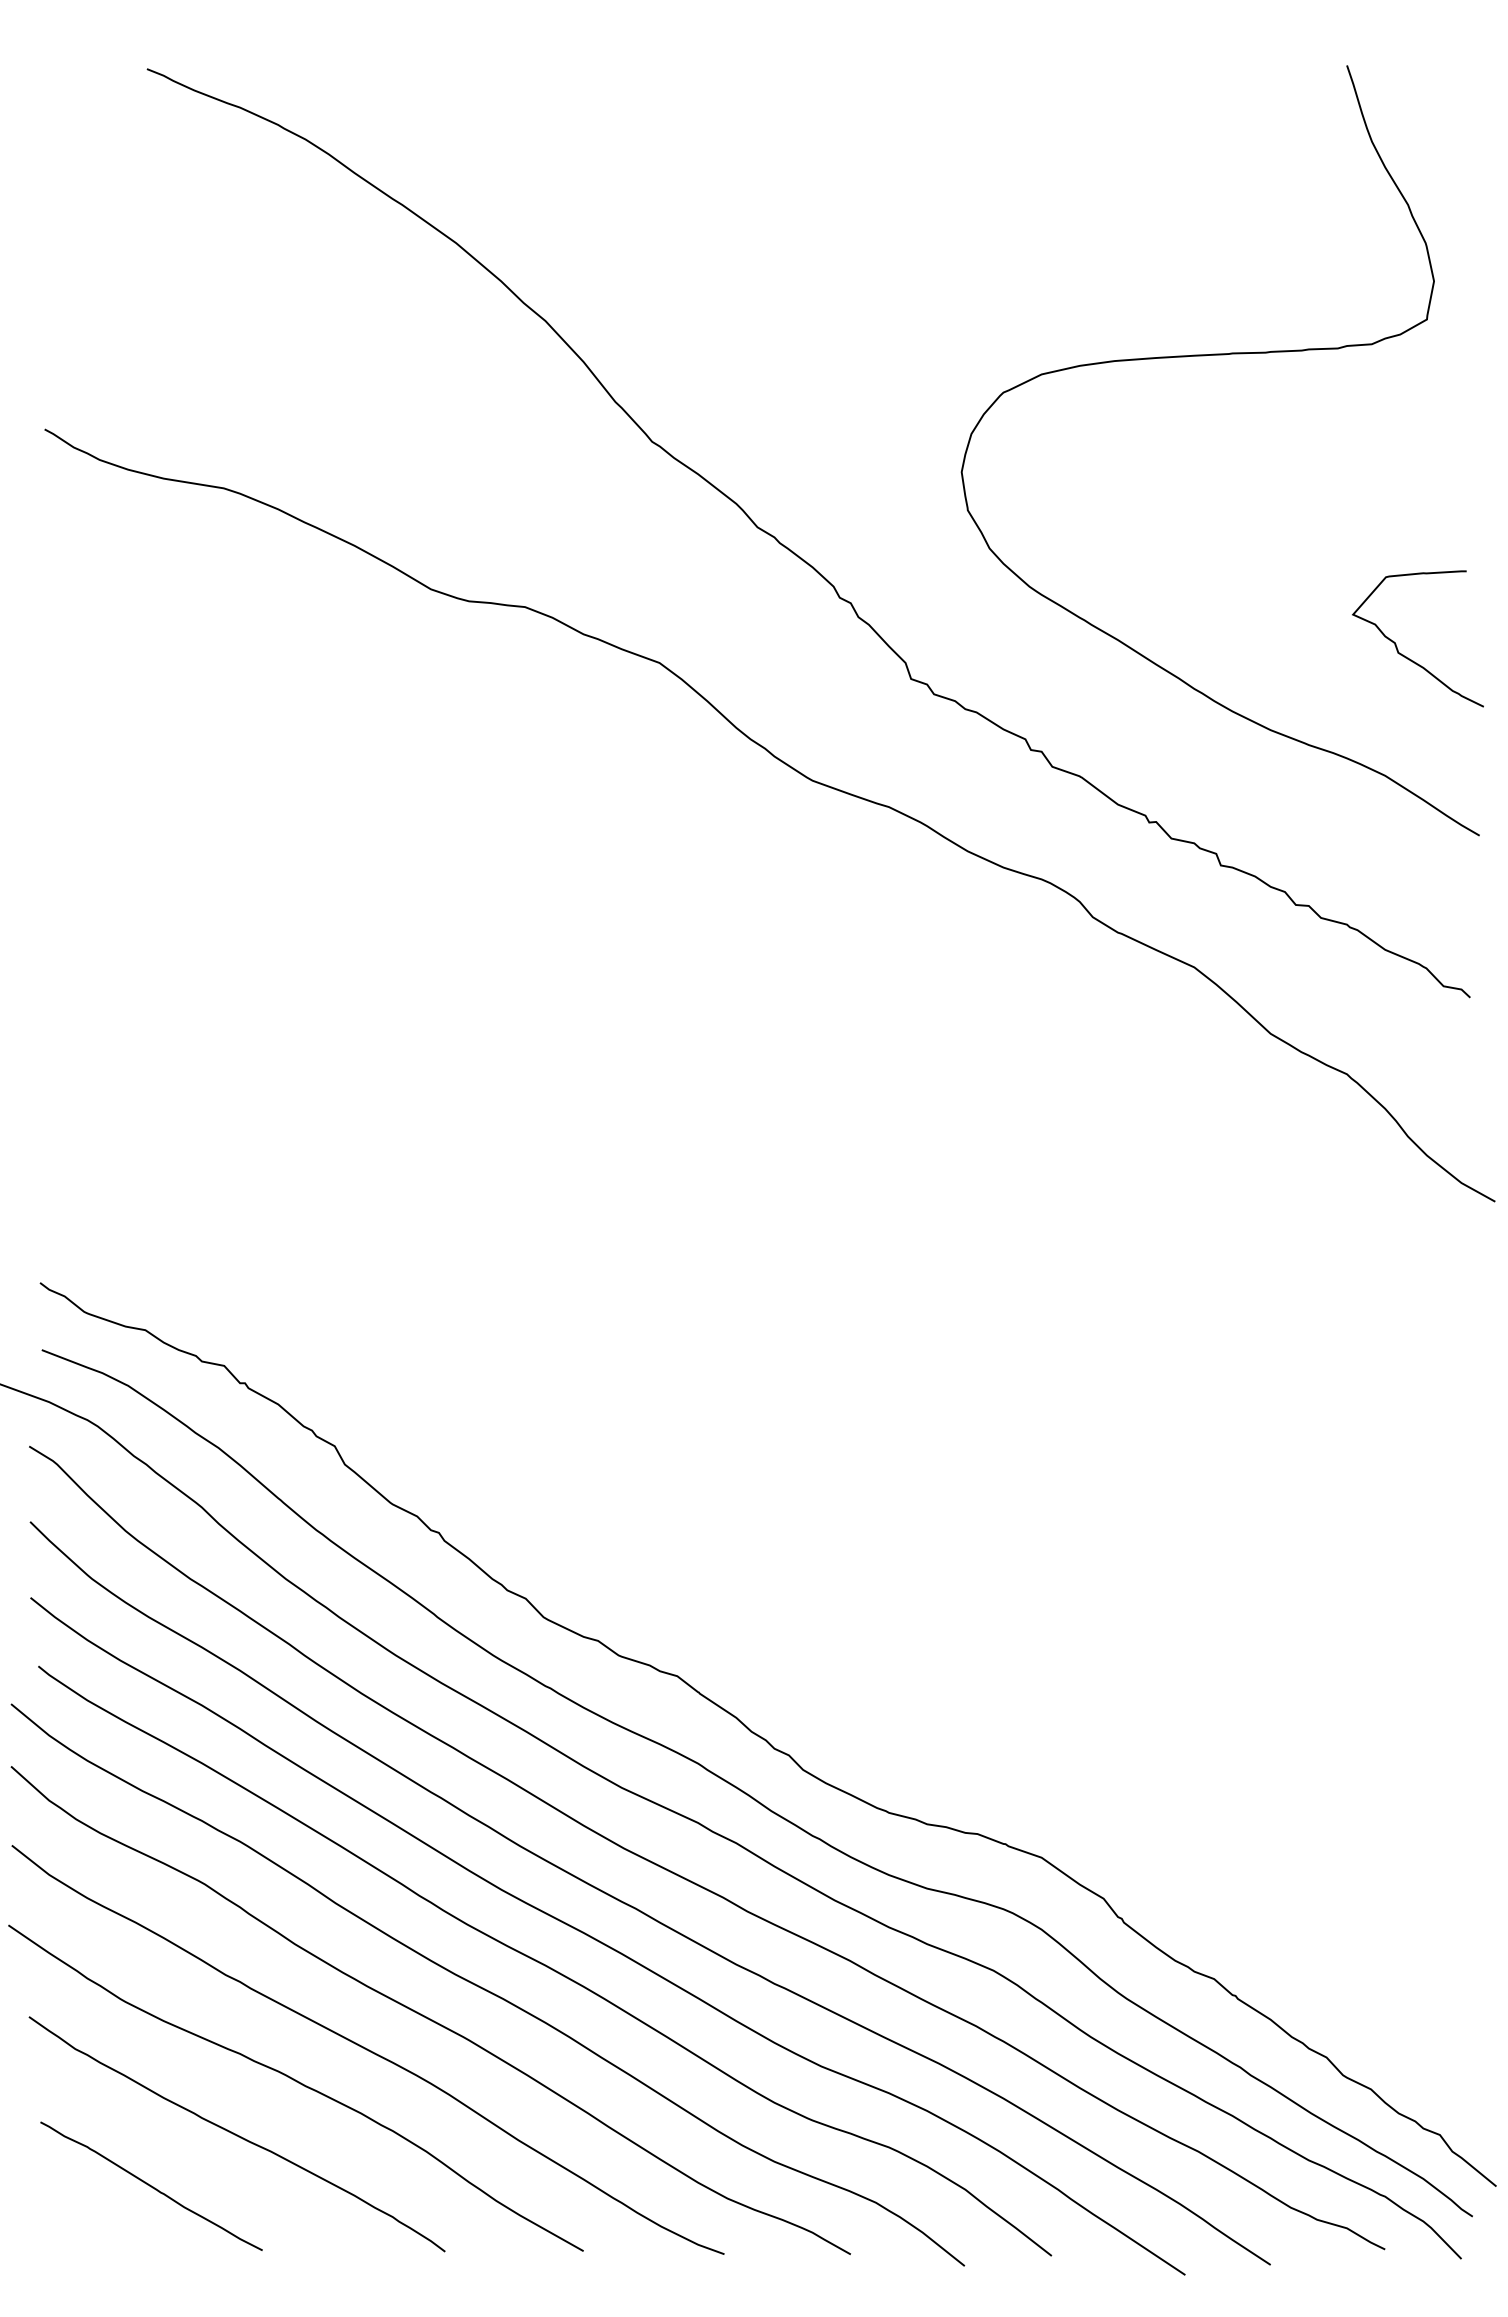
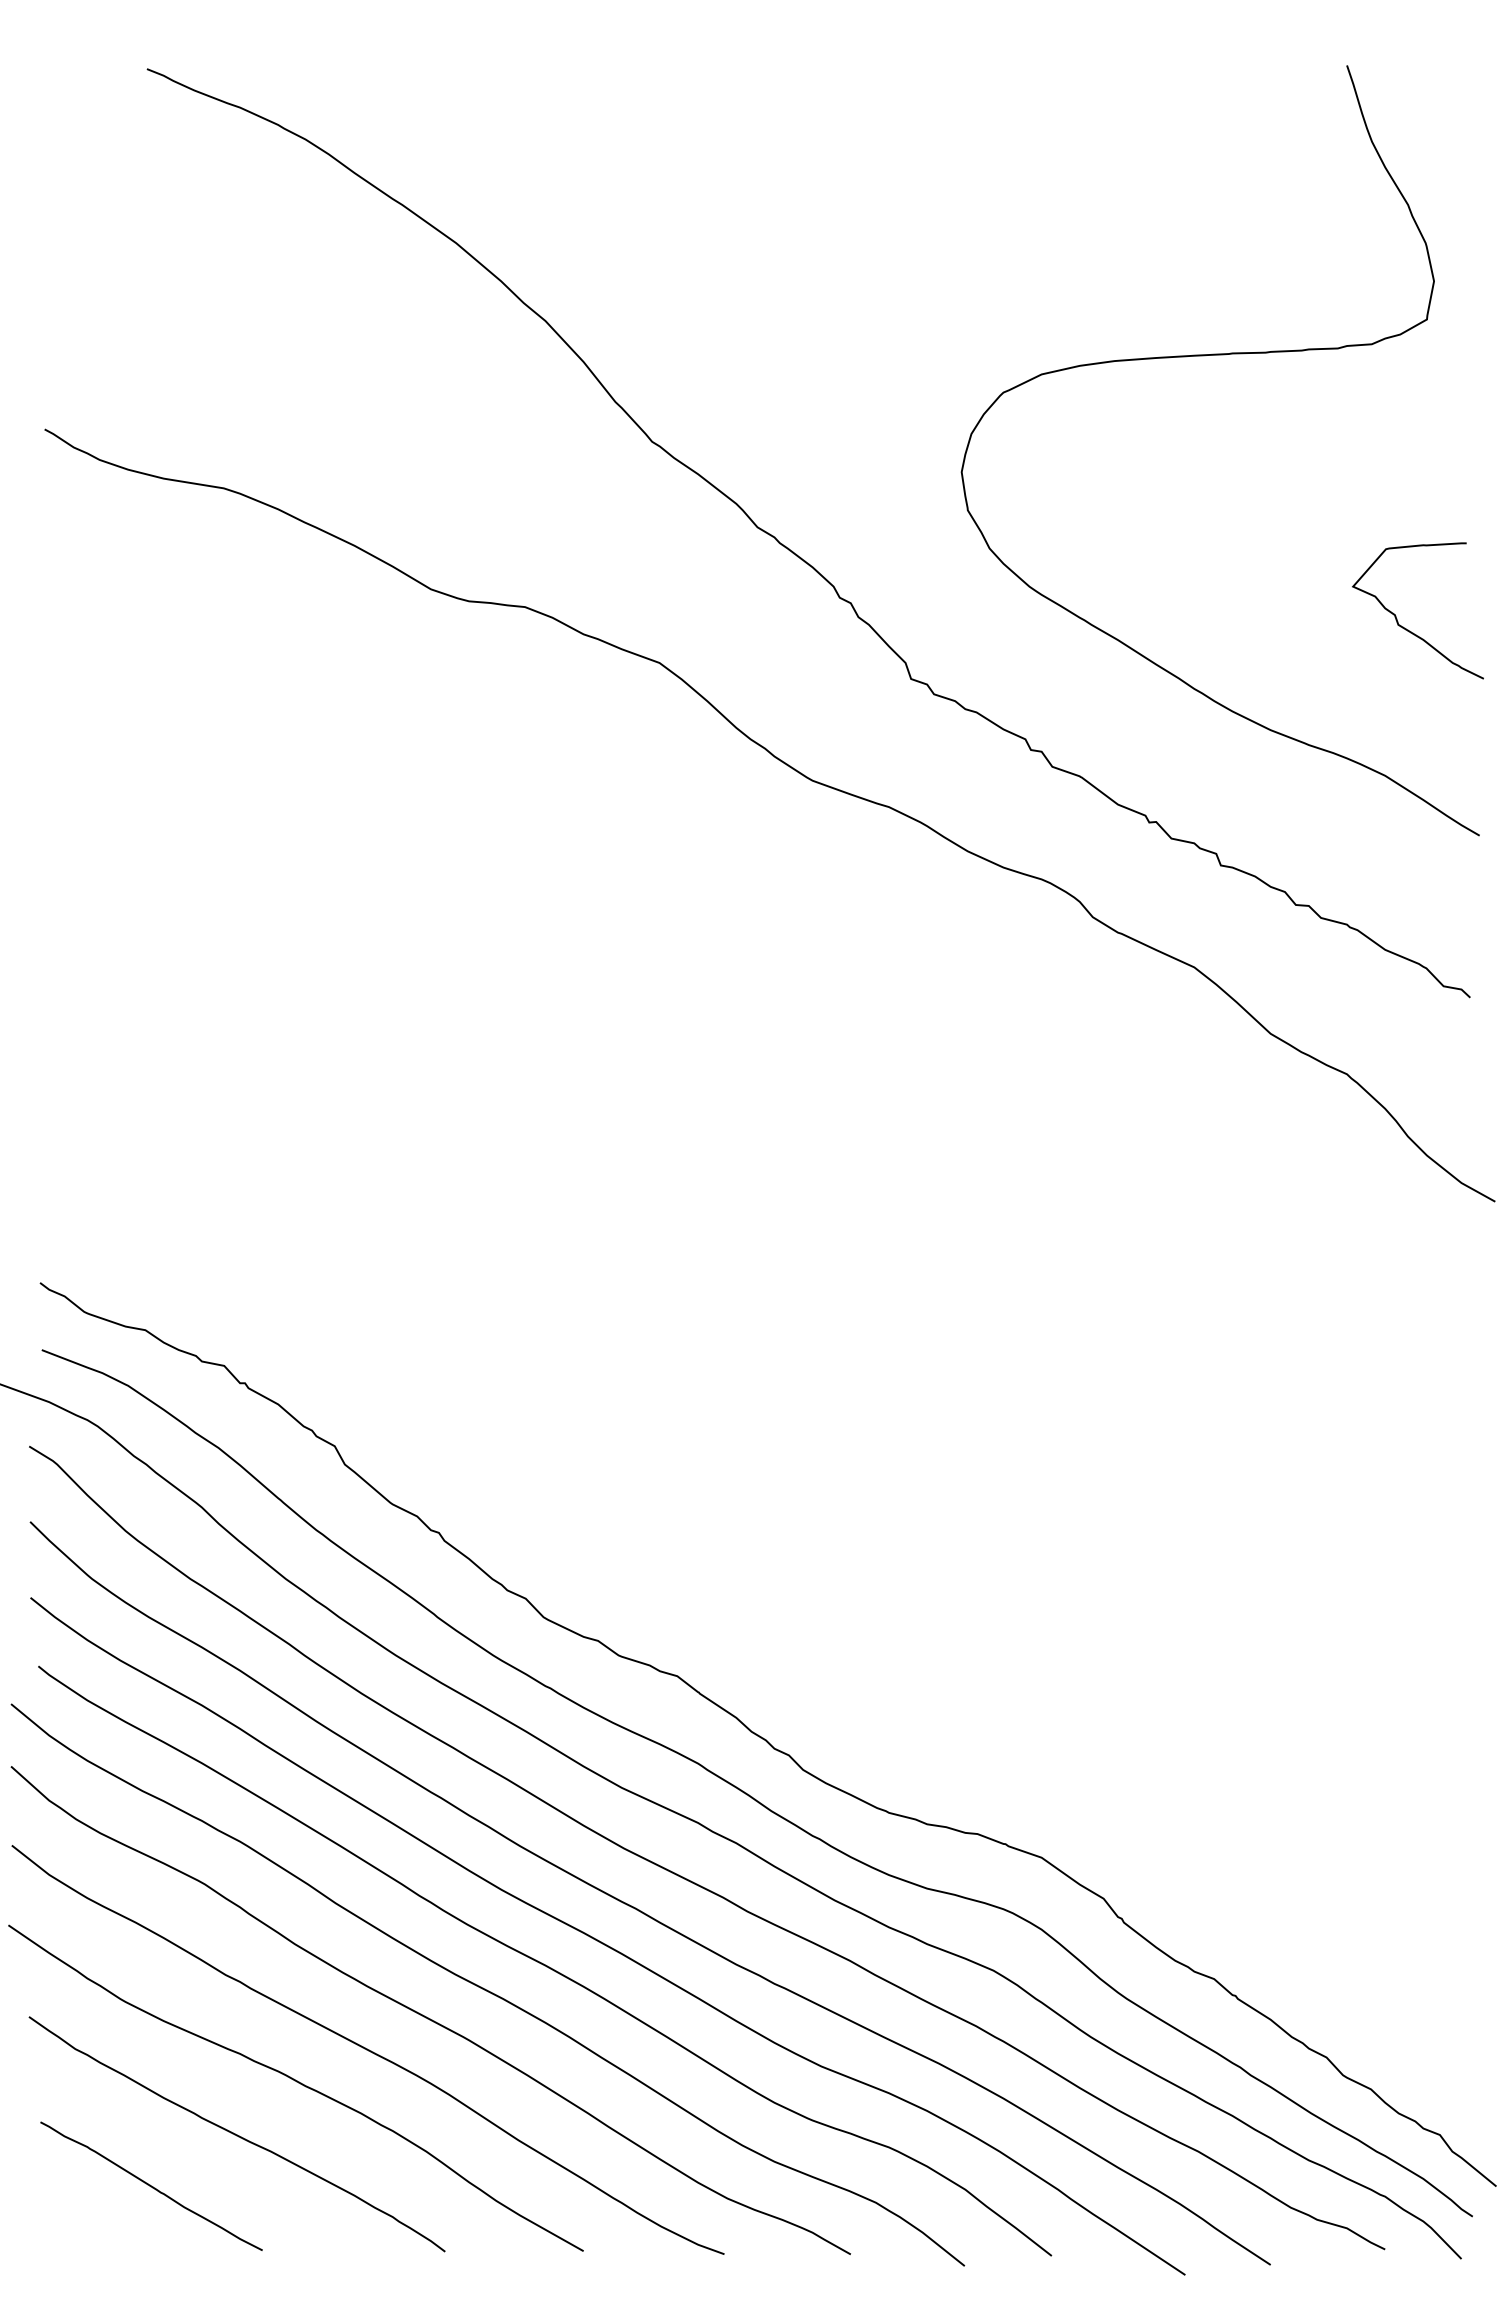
curve at (1408, 657) position: (1408, 657) -> (1408, 629)
